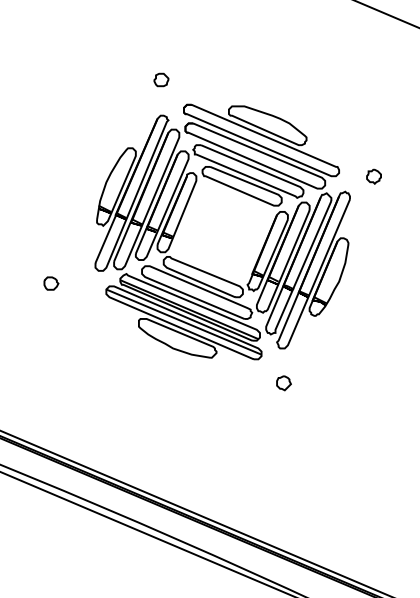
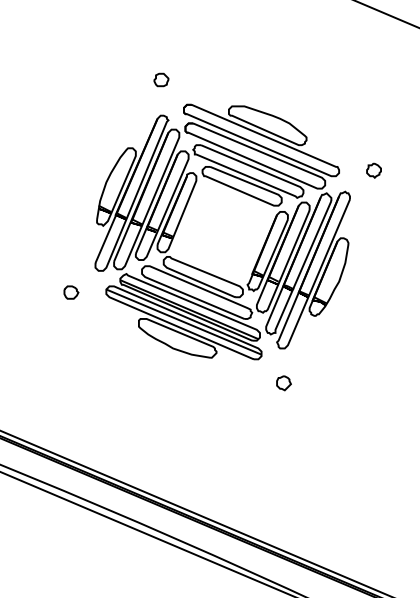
part at (373, 176) position: (373, 176) -> (373, 170)
part at (51, 283) position: (51, 283) -> (71, 292)
